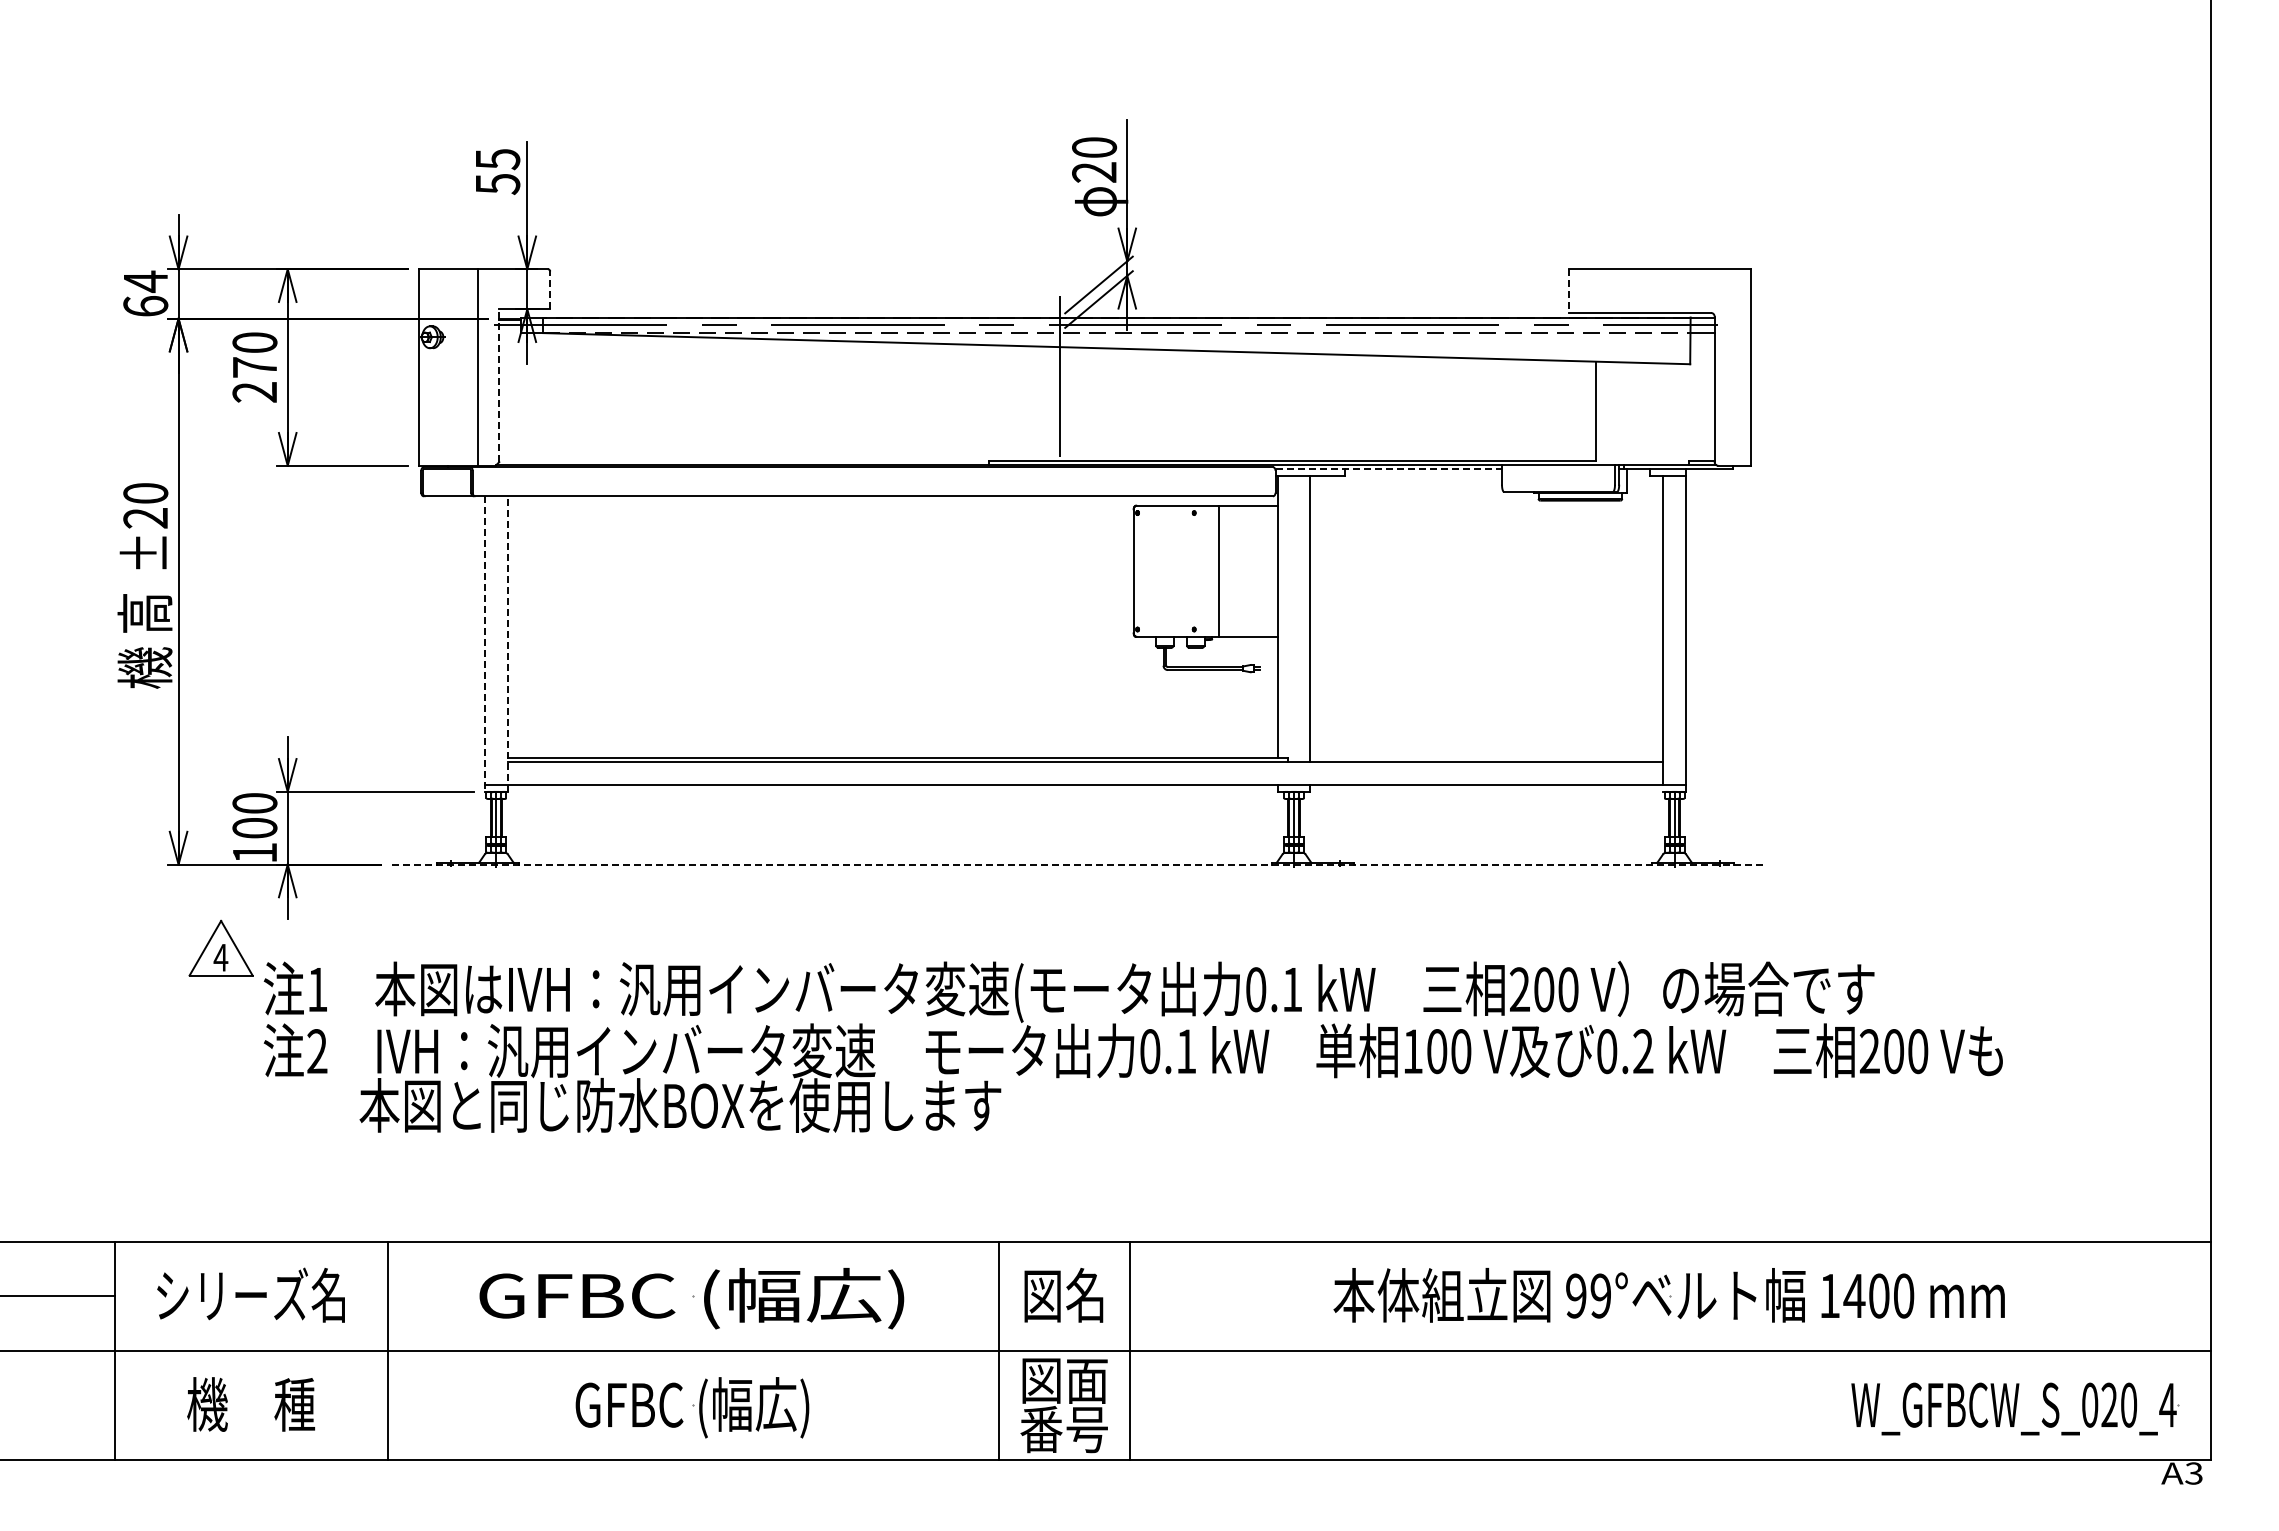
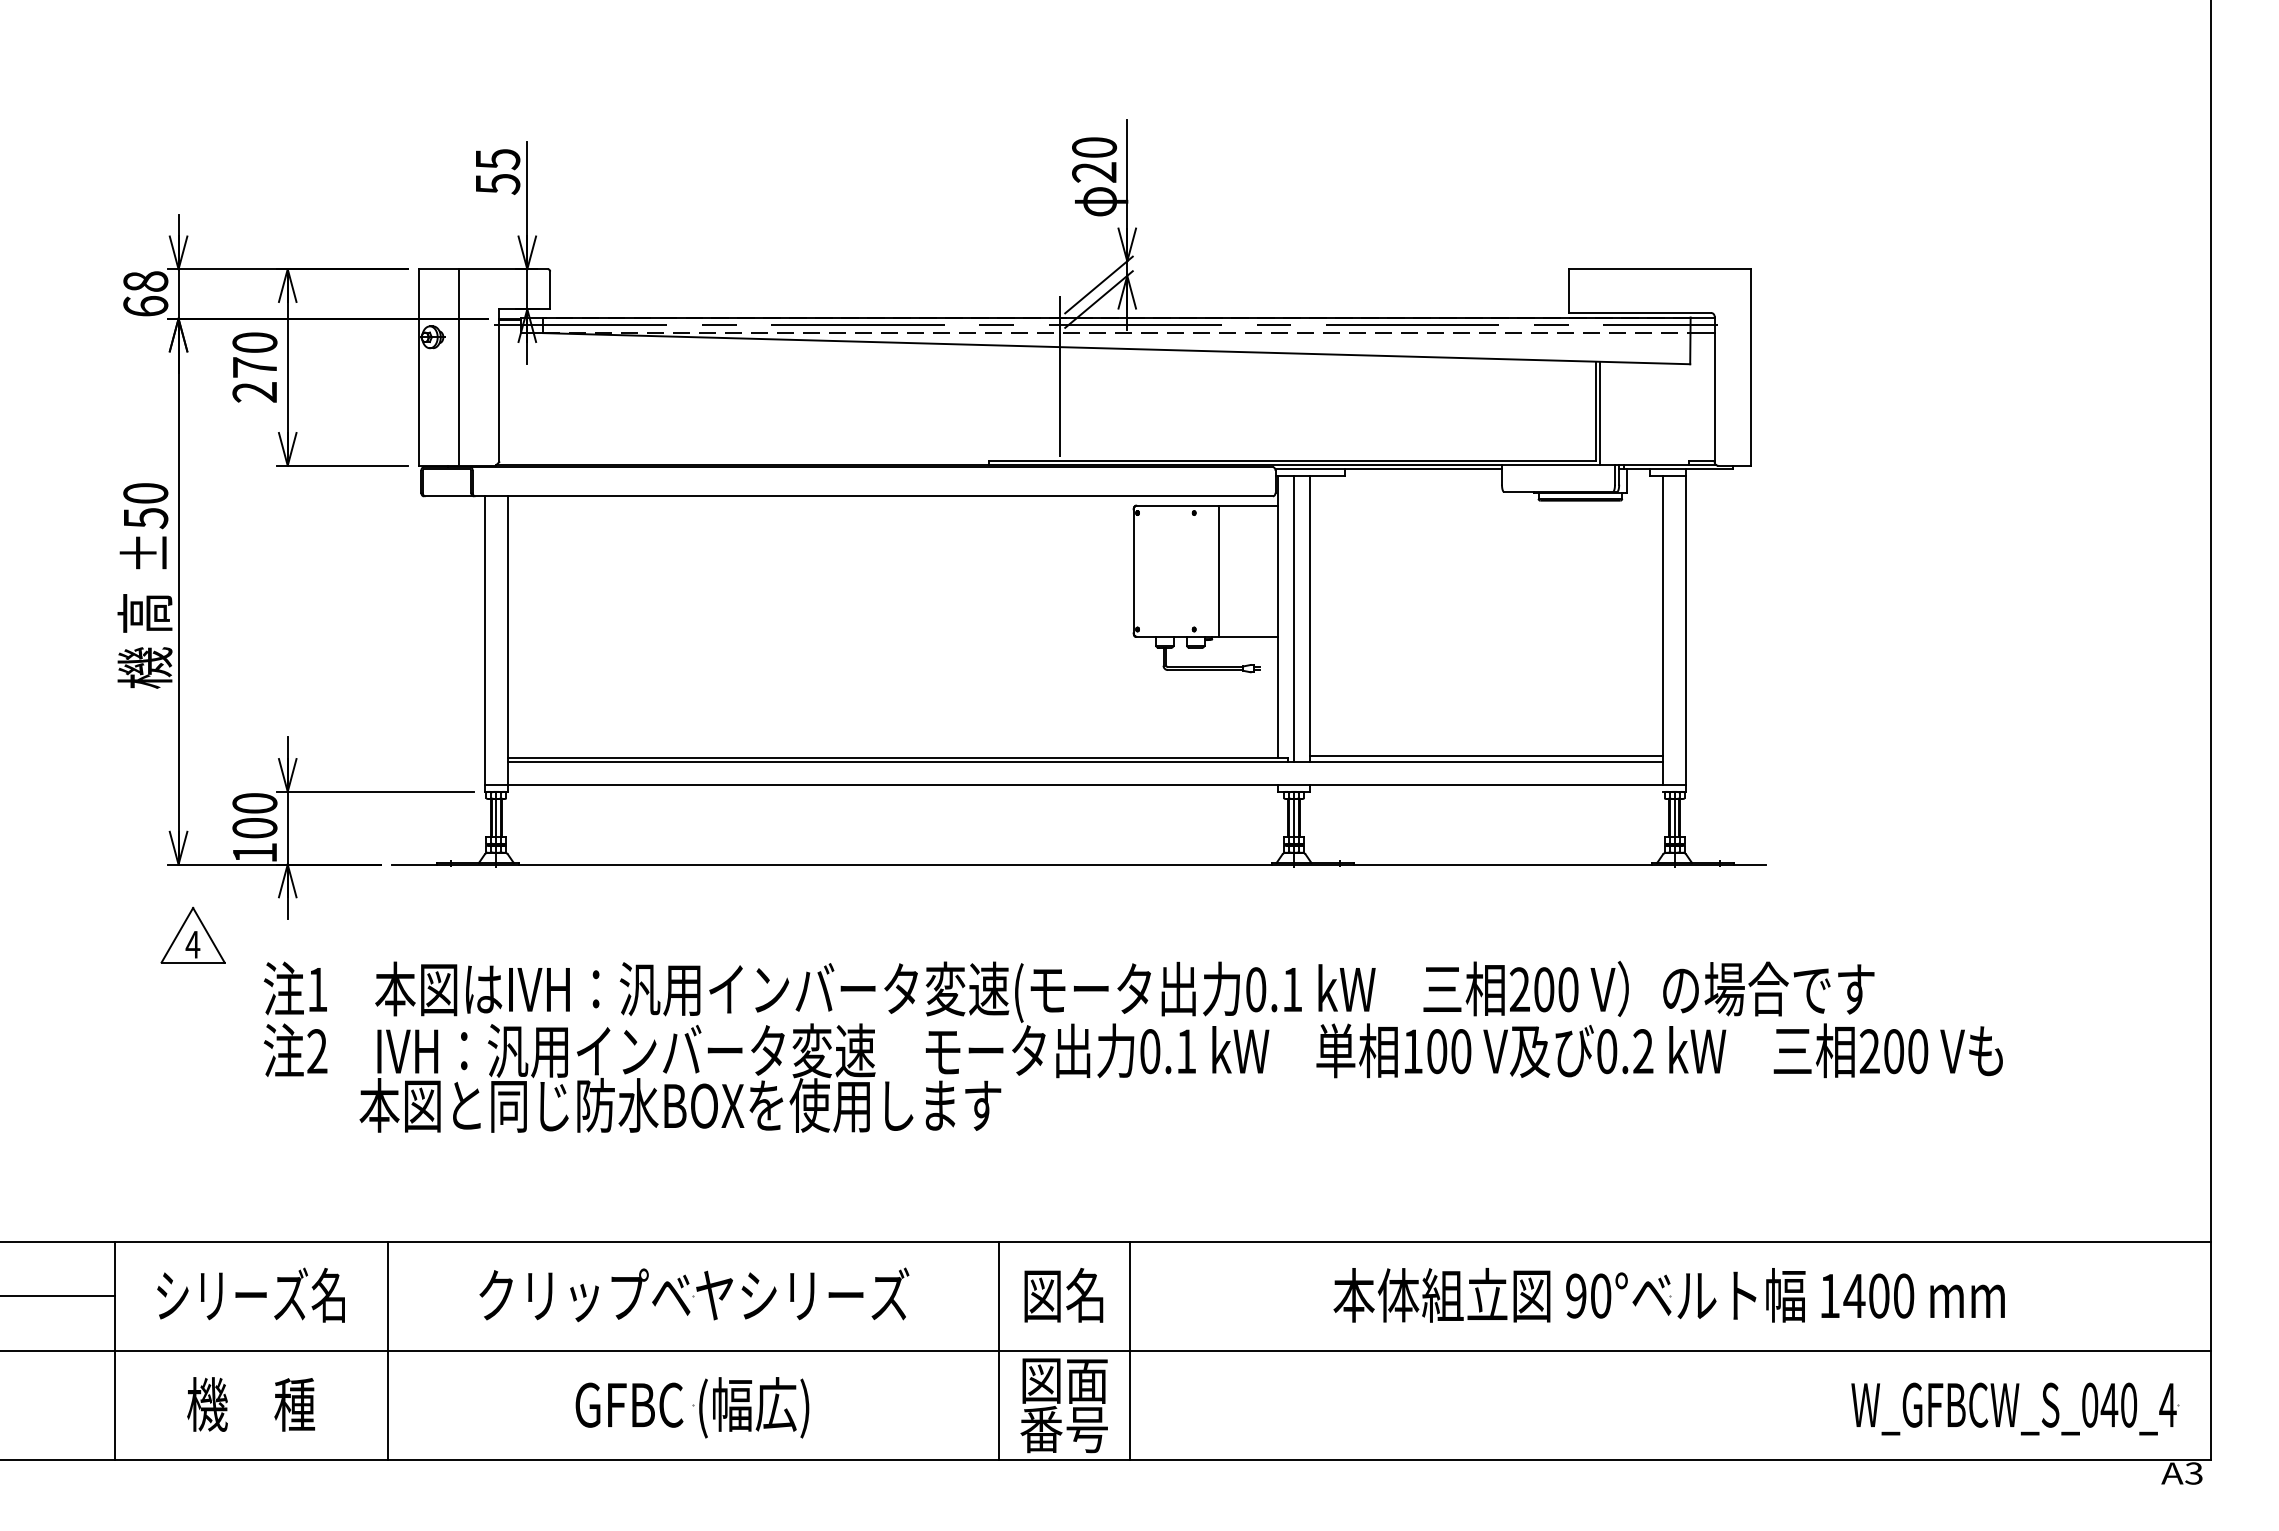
text at (145, 281): 64 -> 68
line at (550, 290): dashed -> solid
line at (1569, 291): dashed -> solid
line at (478, 367) position: (478, 367) -> (459, 367)
line at (499, 385): dashed -> solid
line at (1600, 413): none -> present
line at (1389, 469): dashed -> solid
text at (145, 518): ±20 -> ±50
line at (1294, 618): none -> present
line at (484, 644): dashed -> solid
line at (508, 644): dashed -> solid
line at (1485, 756): none -> present
line at (1079, 864): dashed -> solid
part at (220, 947) position: (220, 947) -> (192, 934)
text at (1600, 1295): 99° -> 90°
text at (694, 1298): GFBC (幅広) -> クリップベヤシリーズ
text at (2109, 1404): W_GFBCW_S_020_4 -> W_GFBCW_S_040_4
